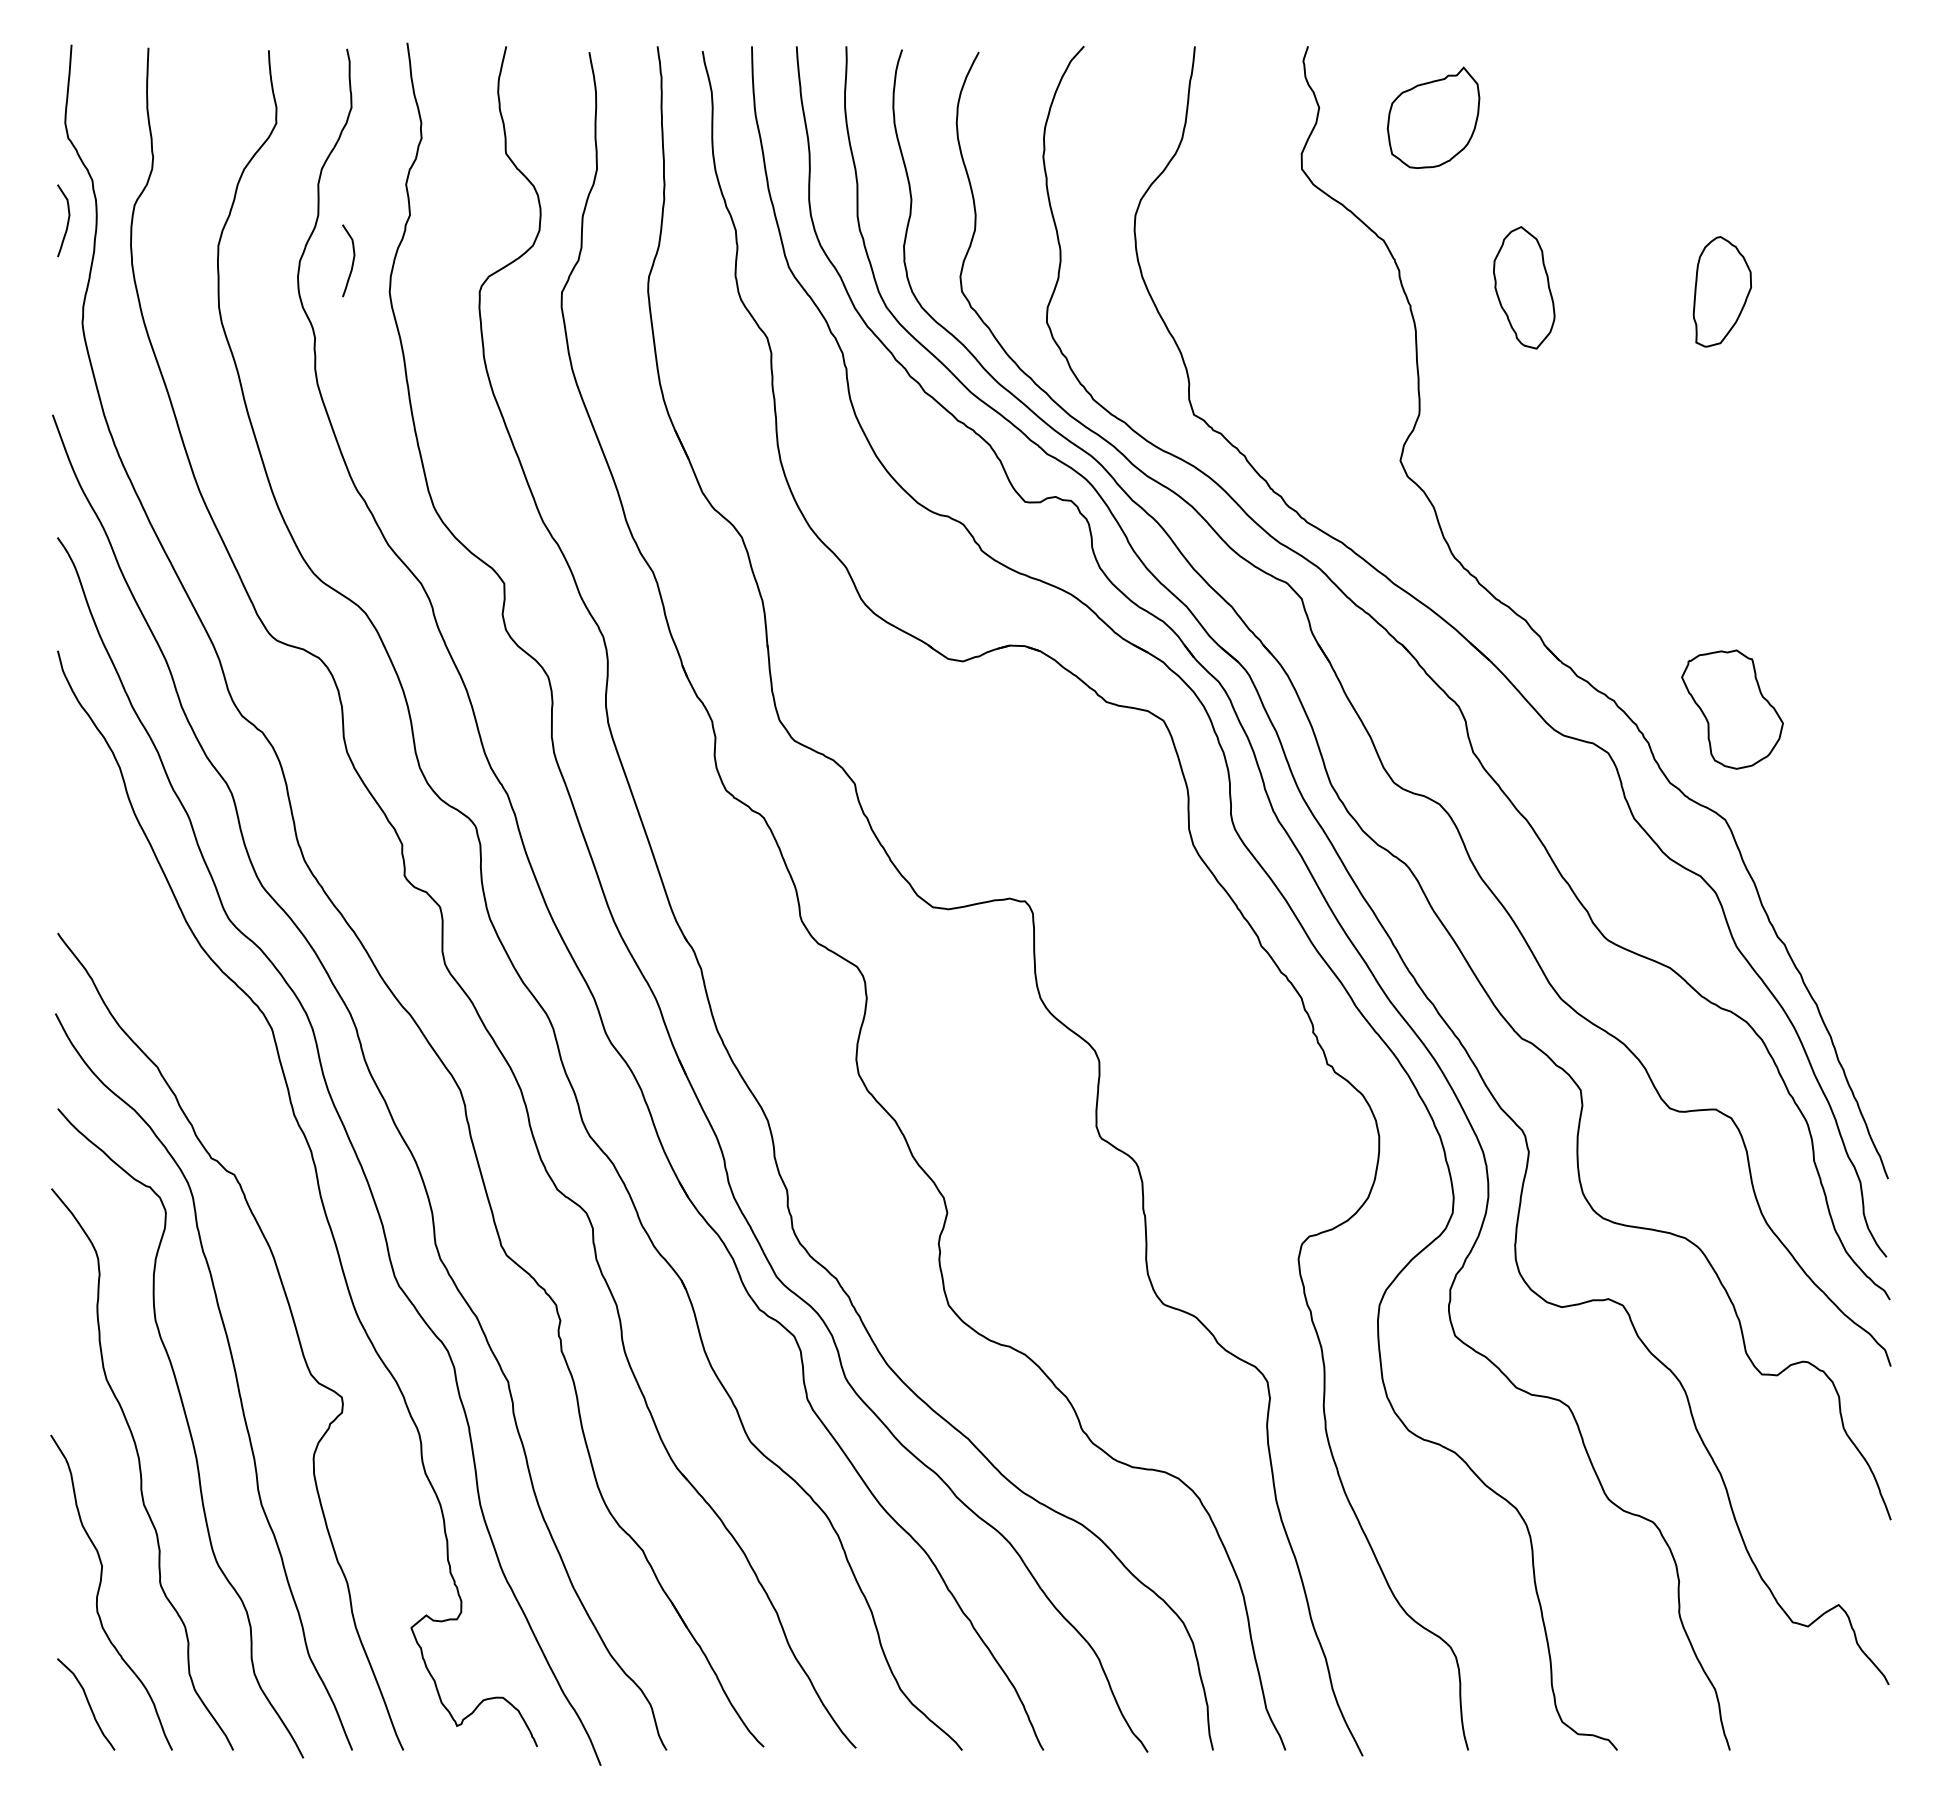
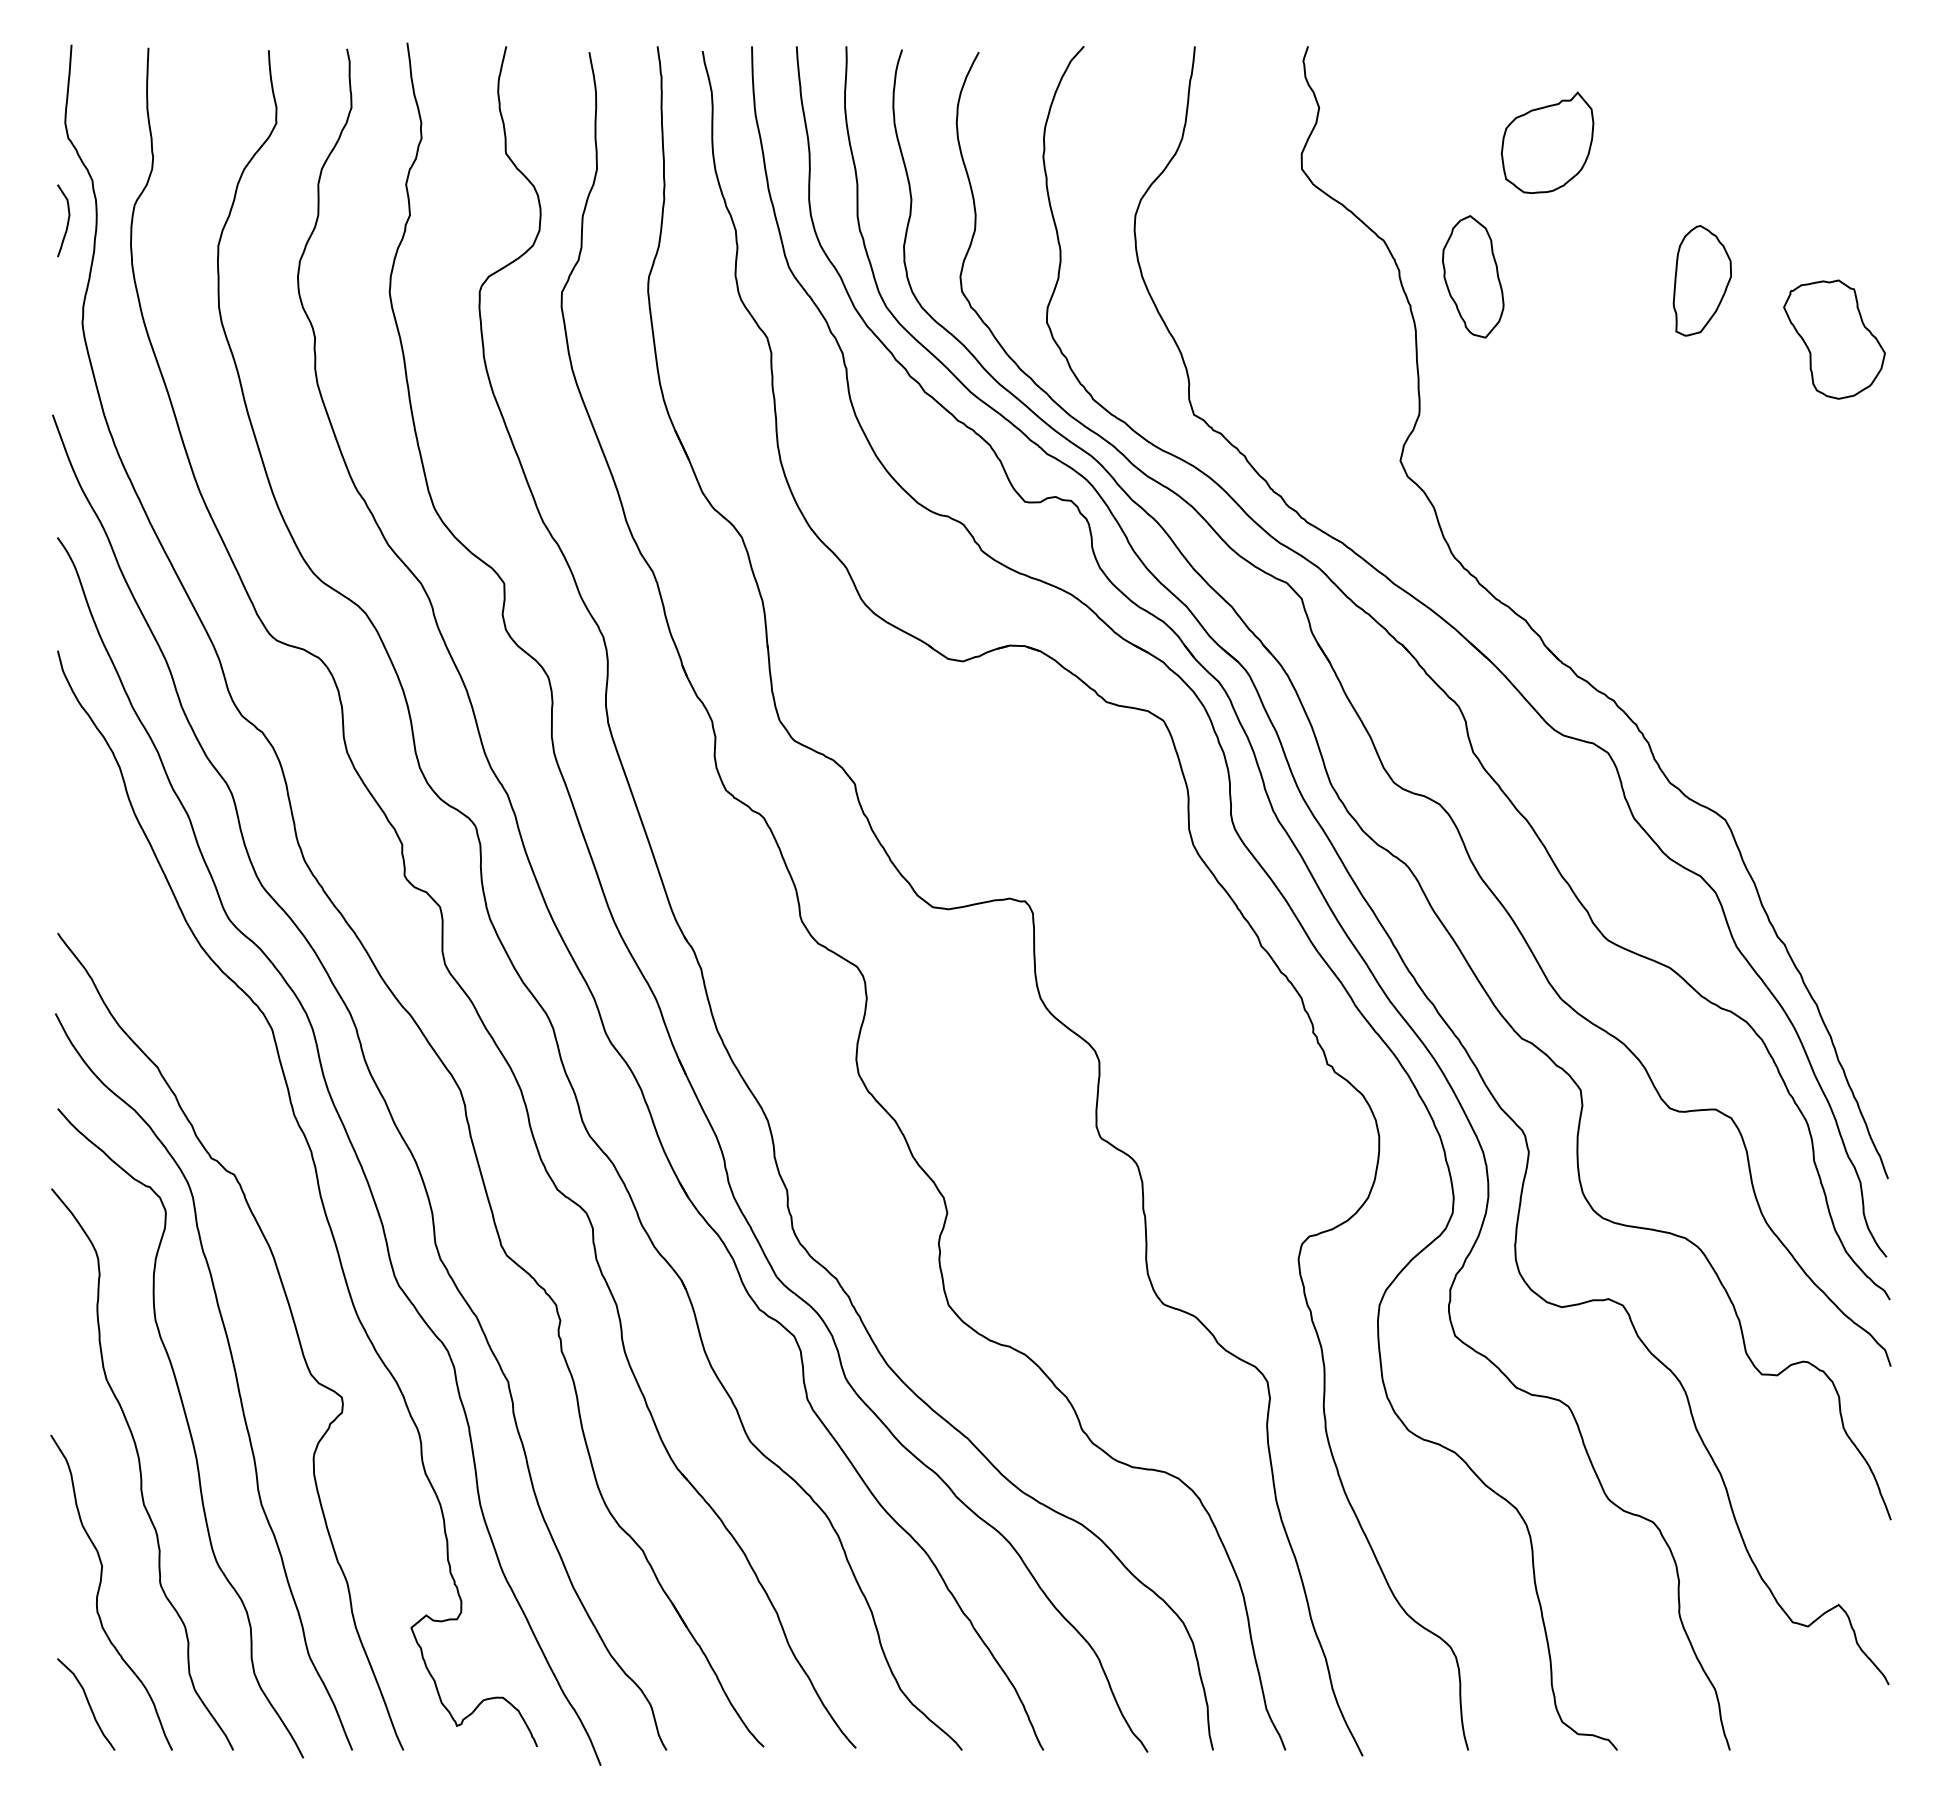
part at (1433, 117) position: (1433, 117) -> (1547, 142)
curve at (352, 260): present -> none
part at (1524, 287) position: (1524, 287) -> (1473, 276)
part at (1721, 291) position: (1721, 291) -> (1701, 280)
part at (1732, 709) position: (1732, 709) -> (1834, 339)
